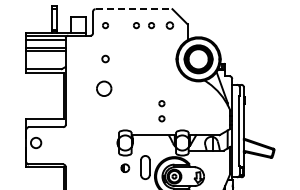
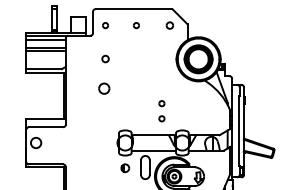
line at (134, 9): dashed -> solid
part at (151, 25): present -> none
part at (104, 88) size: 17x17 px -> 13x13 px
line at (153, 150): none -> present
